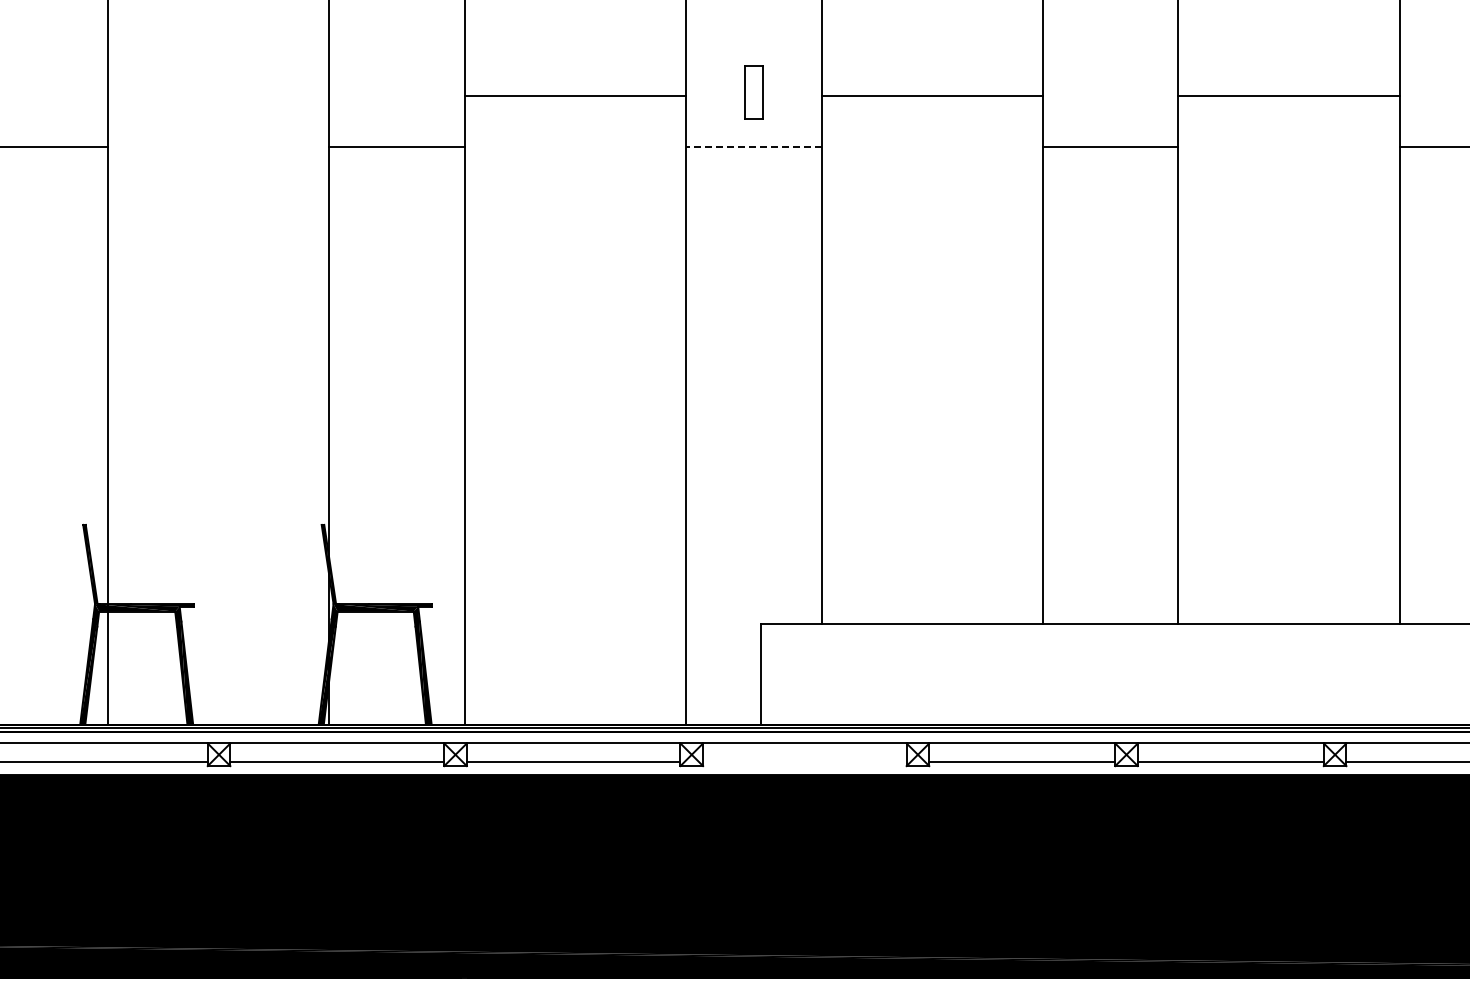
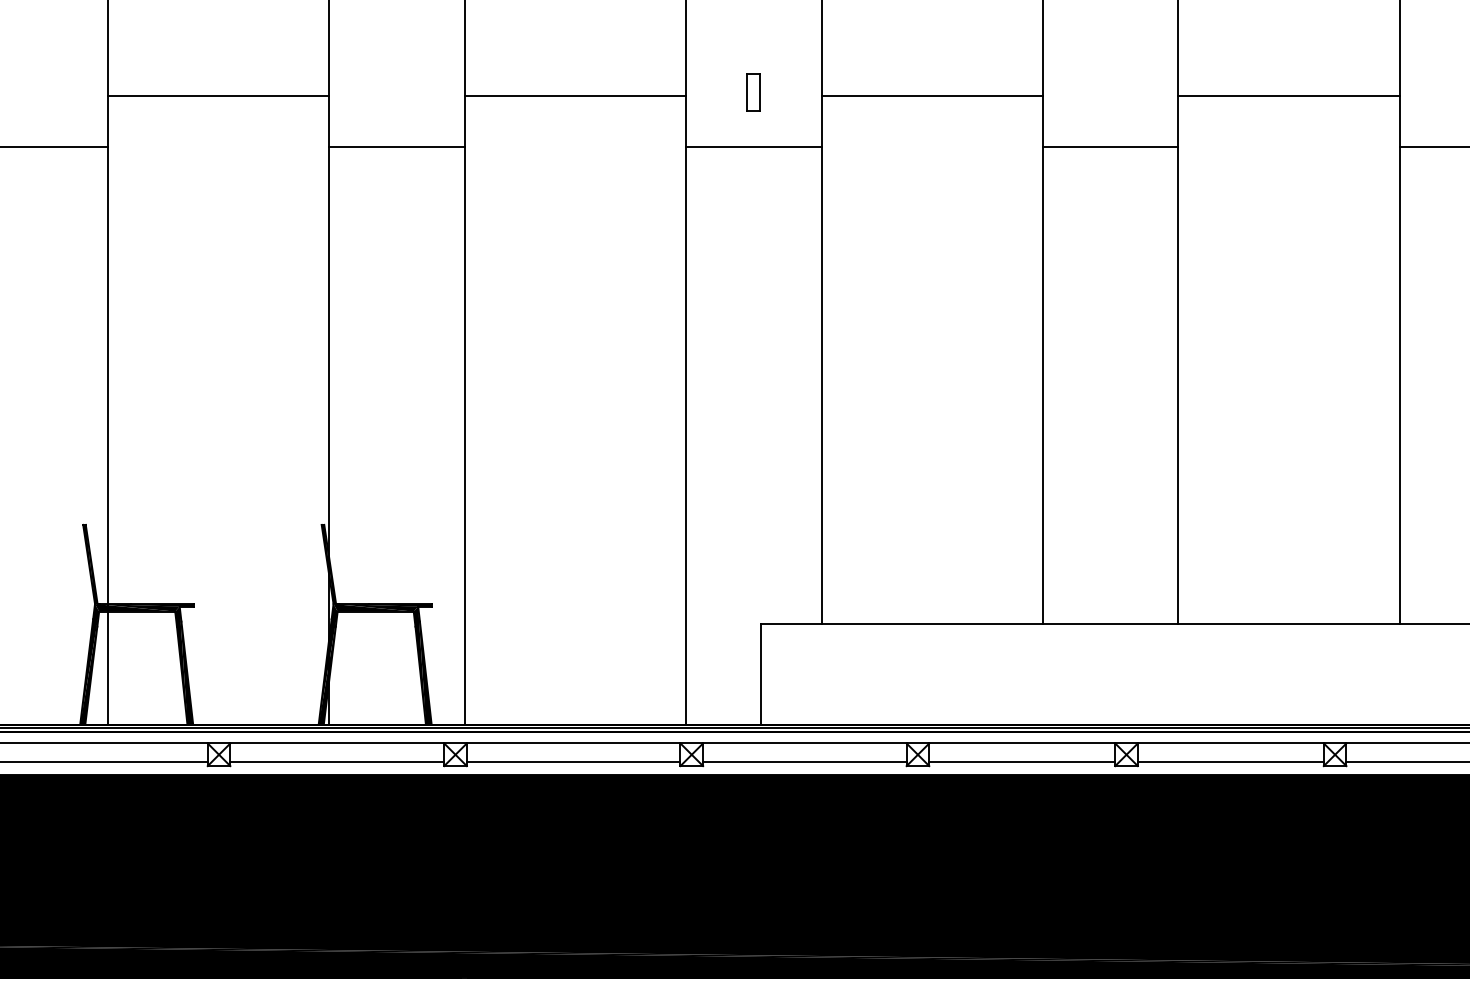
part at (753, 92) size: 20x55 px -> 15x39 px
line at (218, 96): none -> present
line at (753, 146): dashed -> solid
line at (804, 762): none -> present
